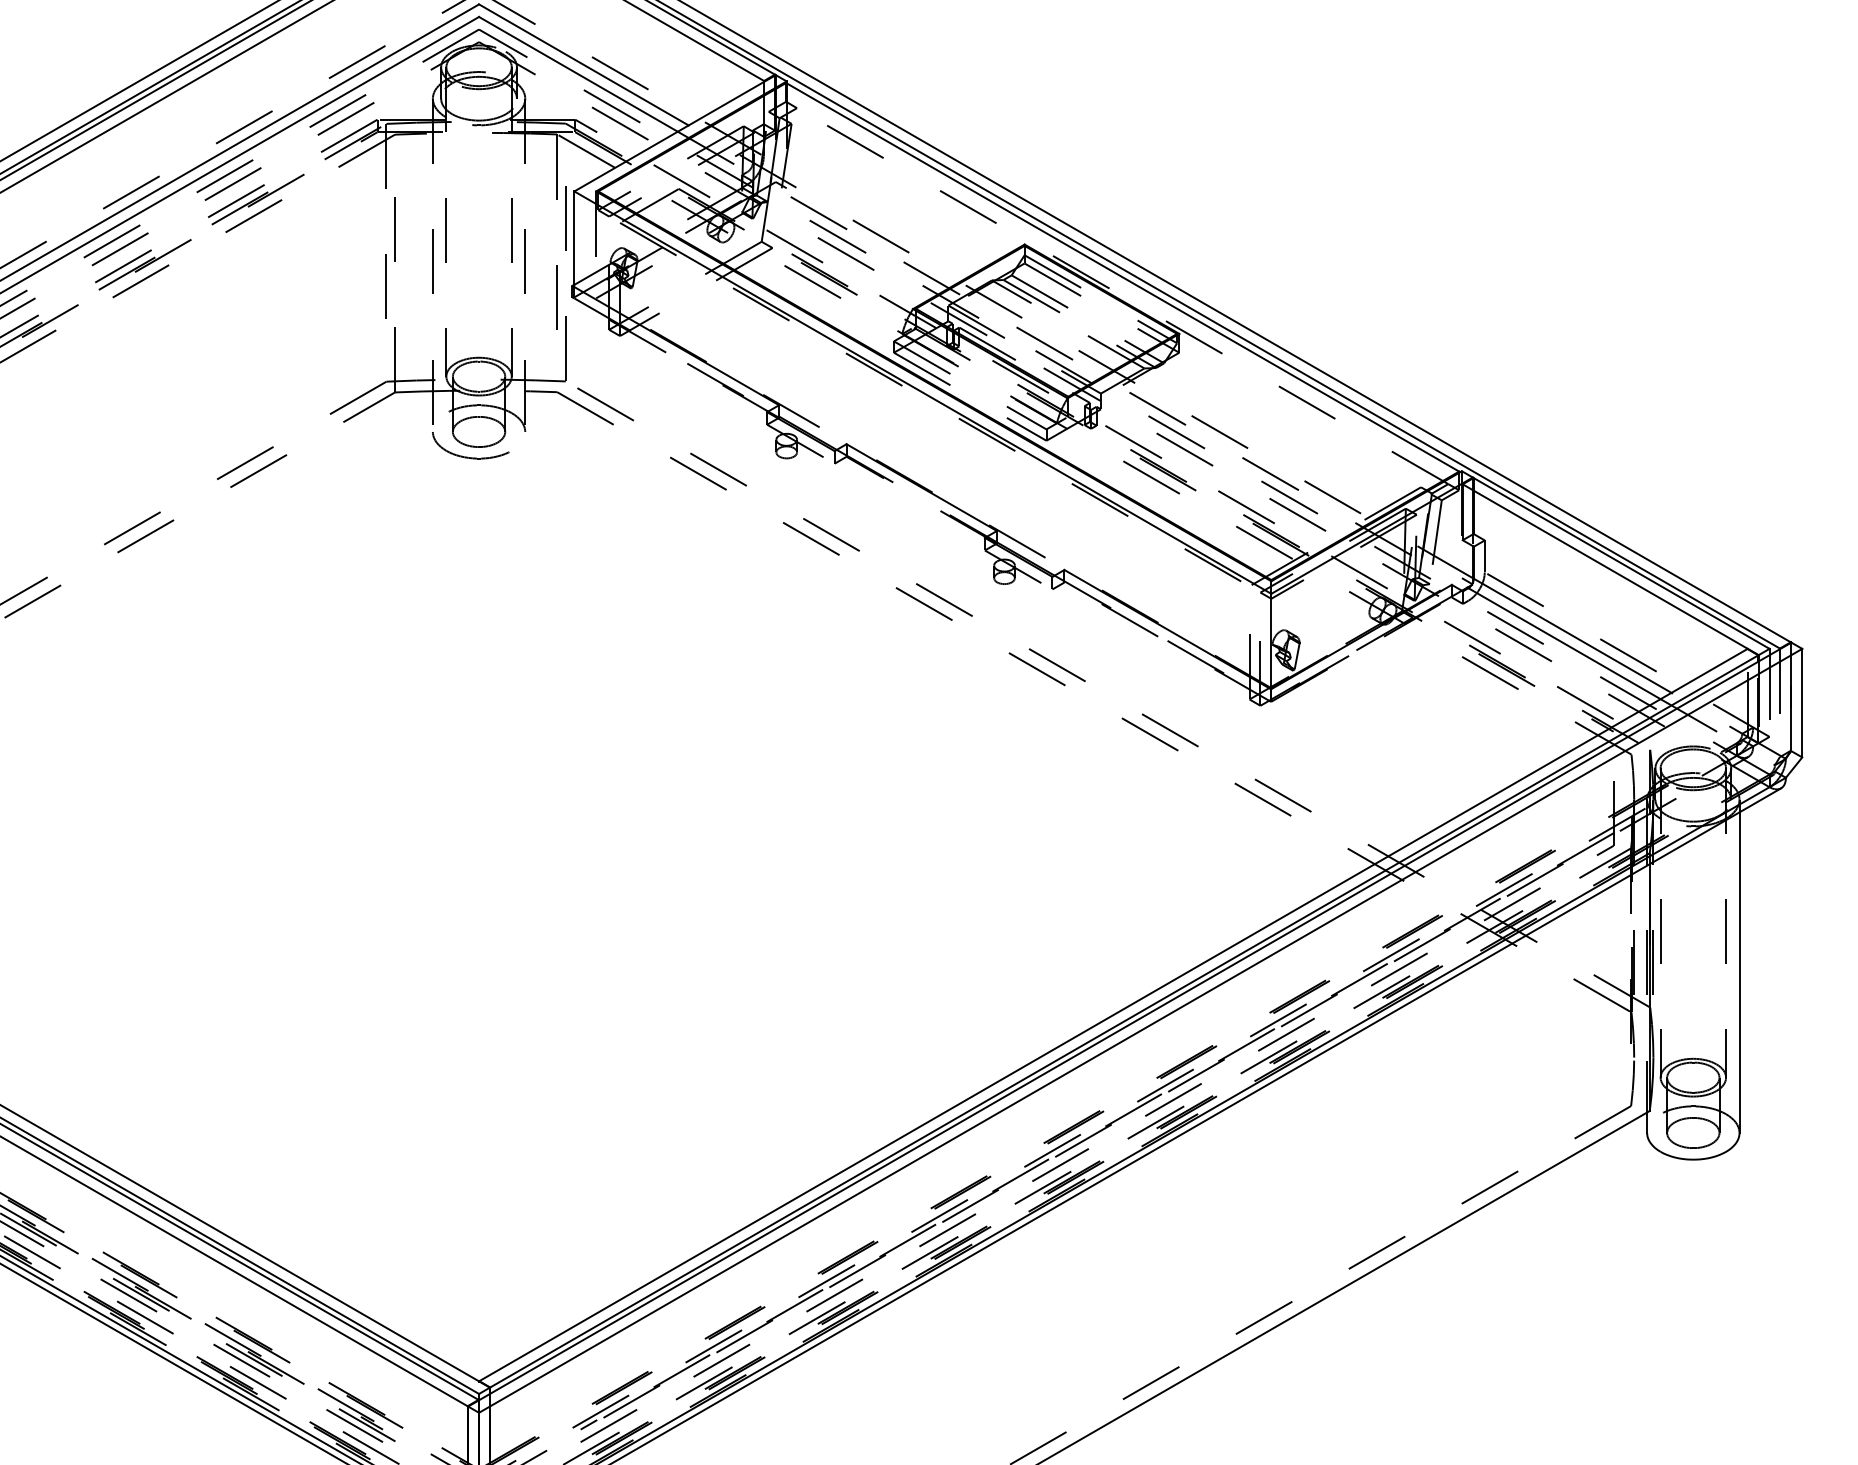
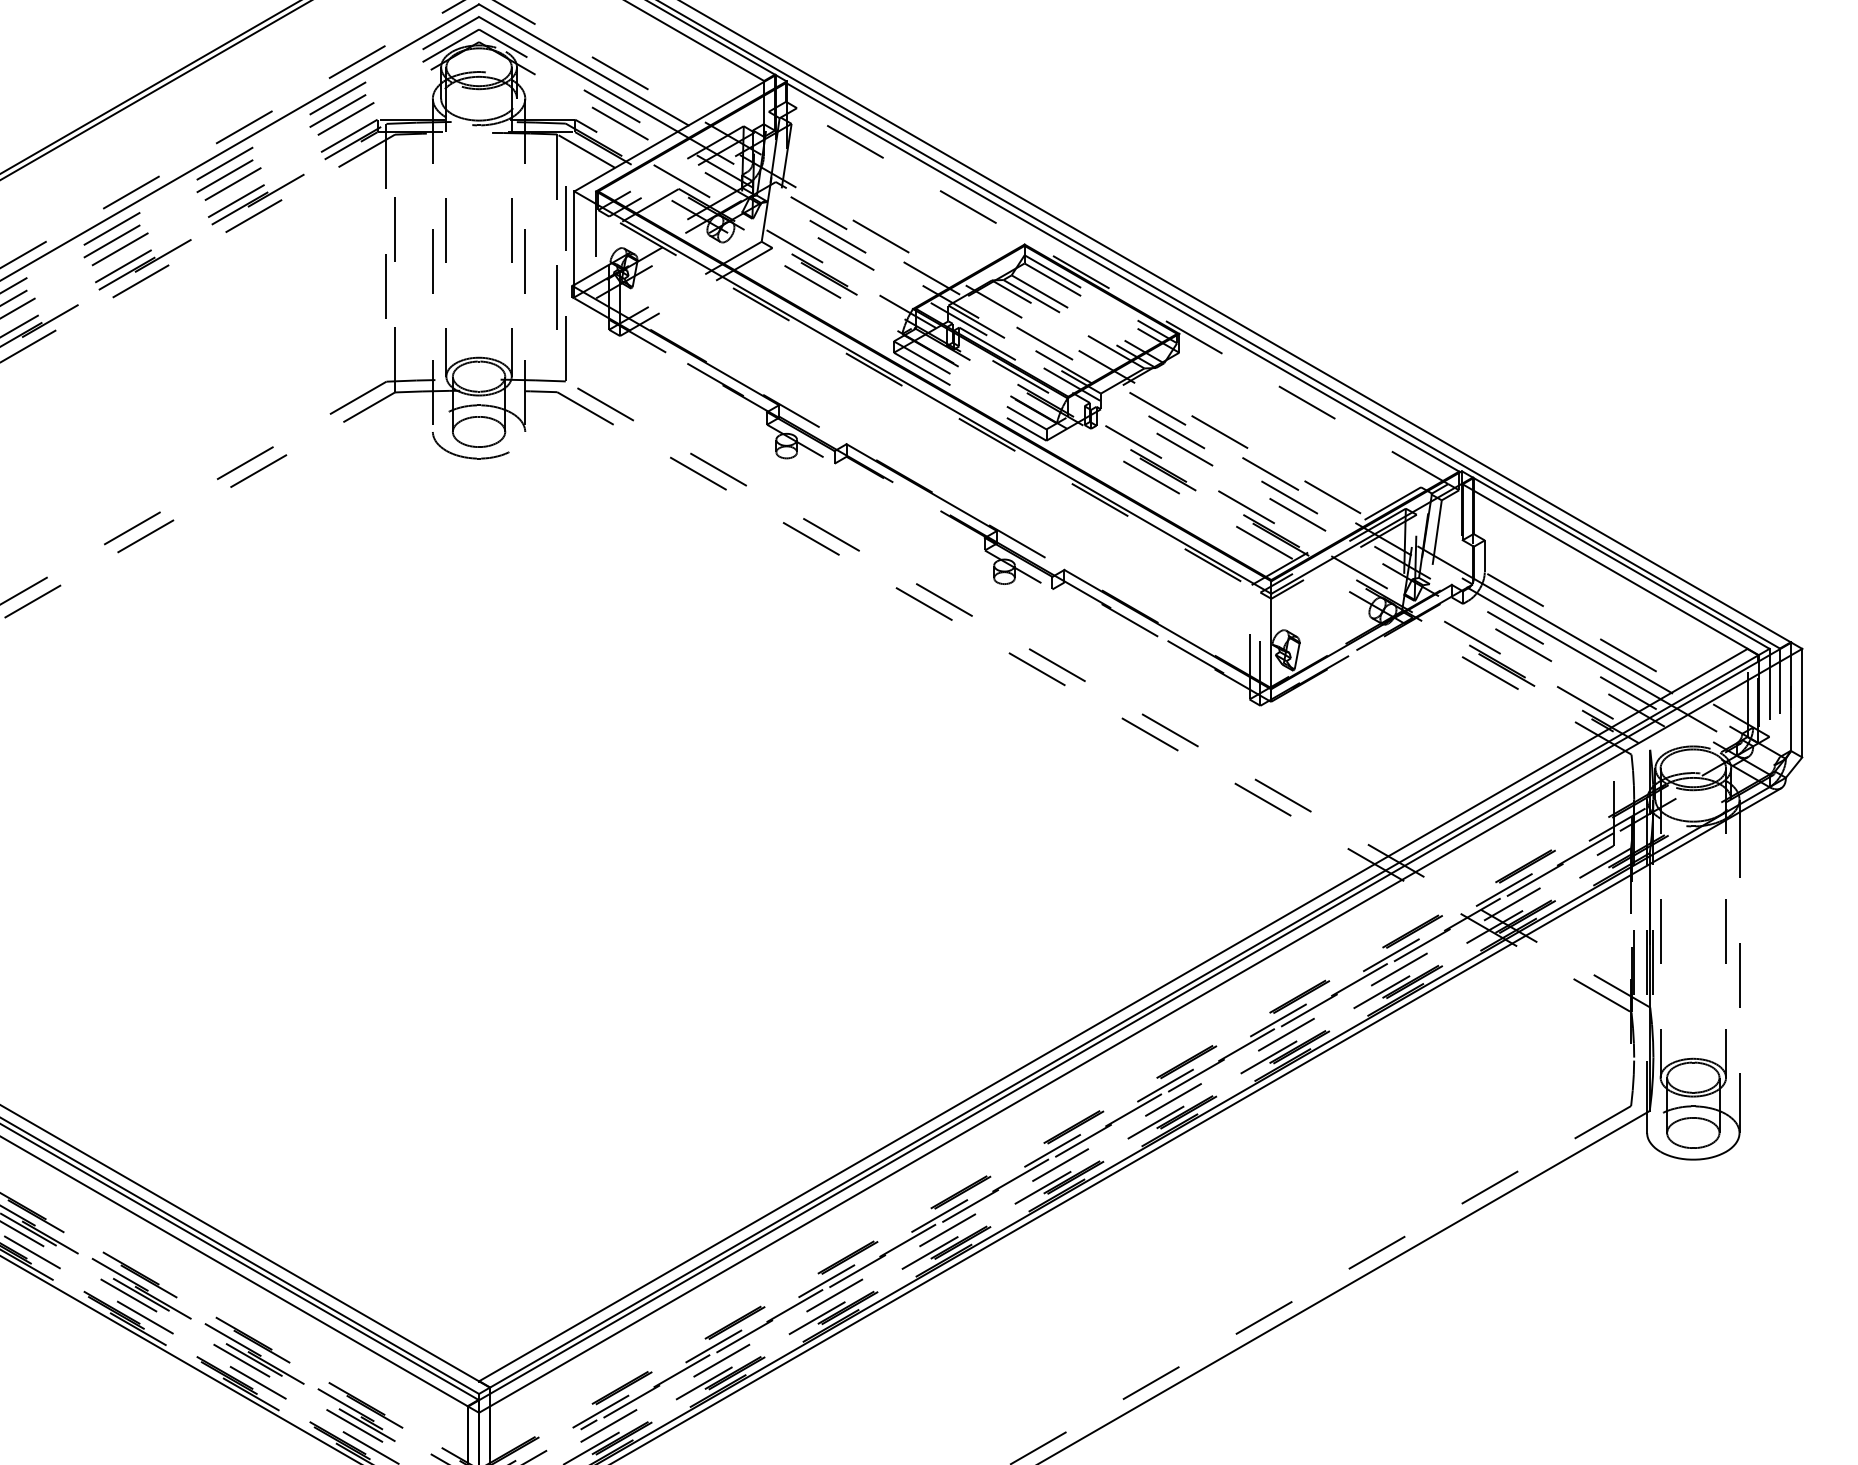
line at (139, 81): present -> none
line at (166, 96): present -> none
line at (239, 155): solid -> dashed
line at (1739, 973): solid -> dashed
line at (172, 1362): present -> none
